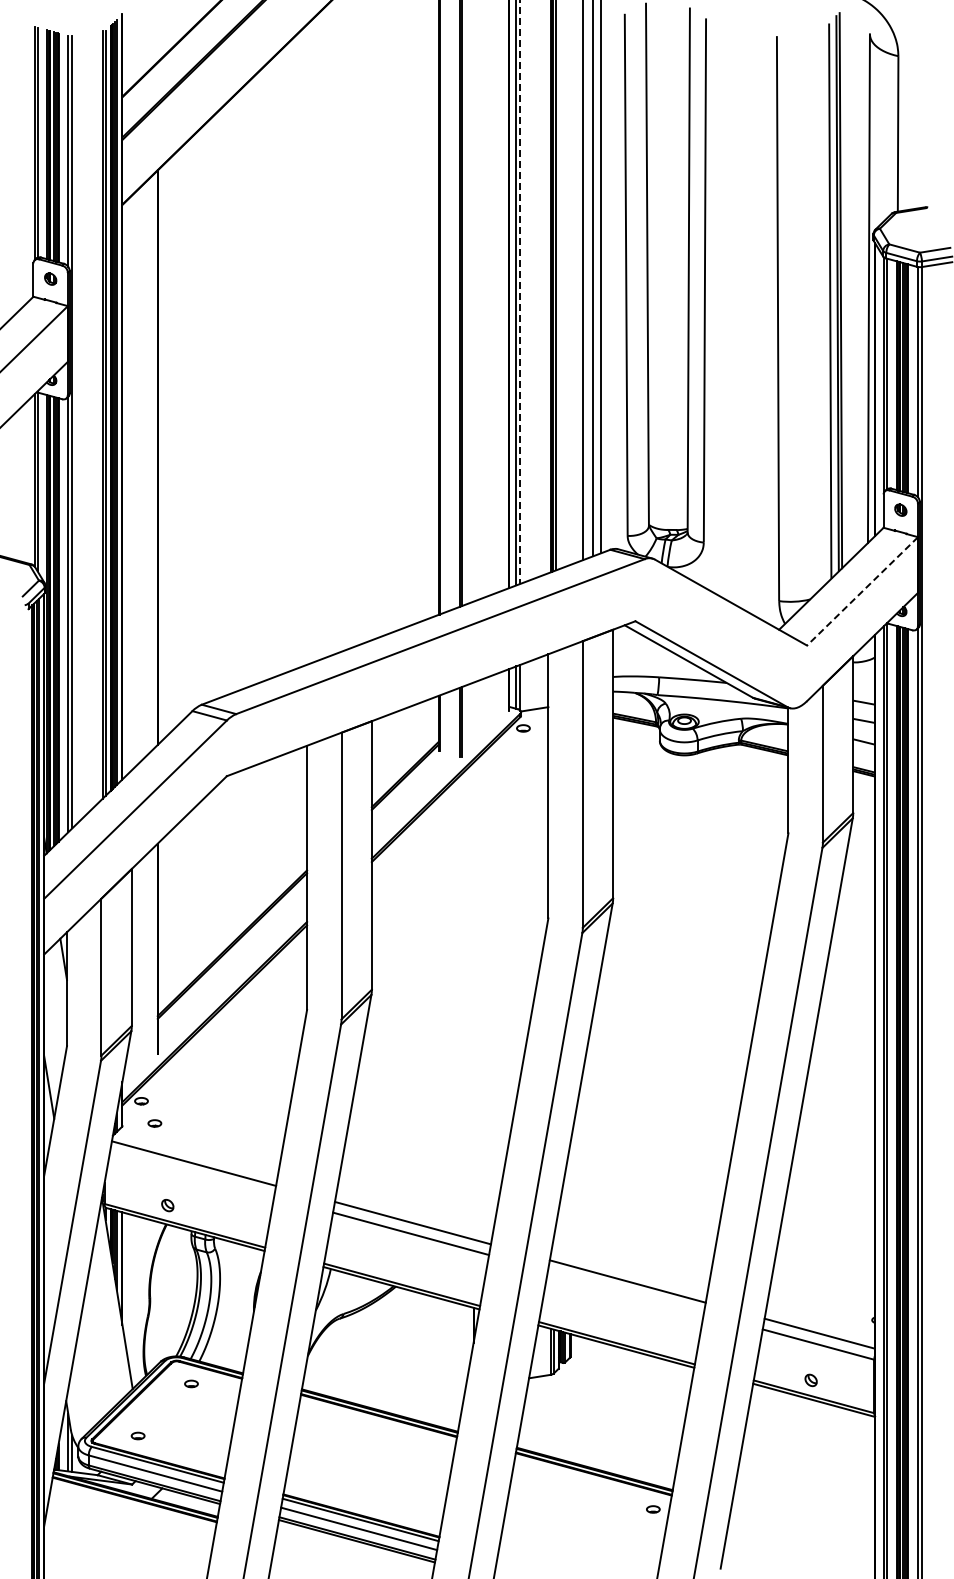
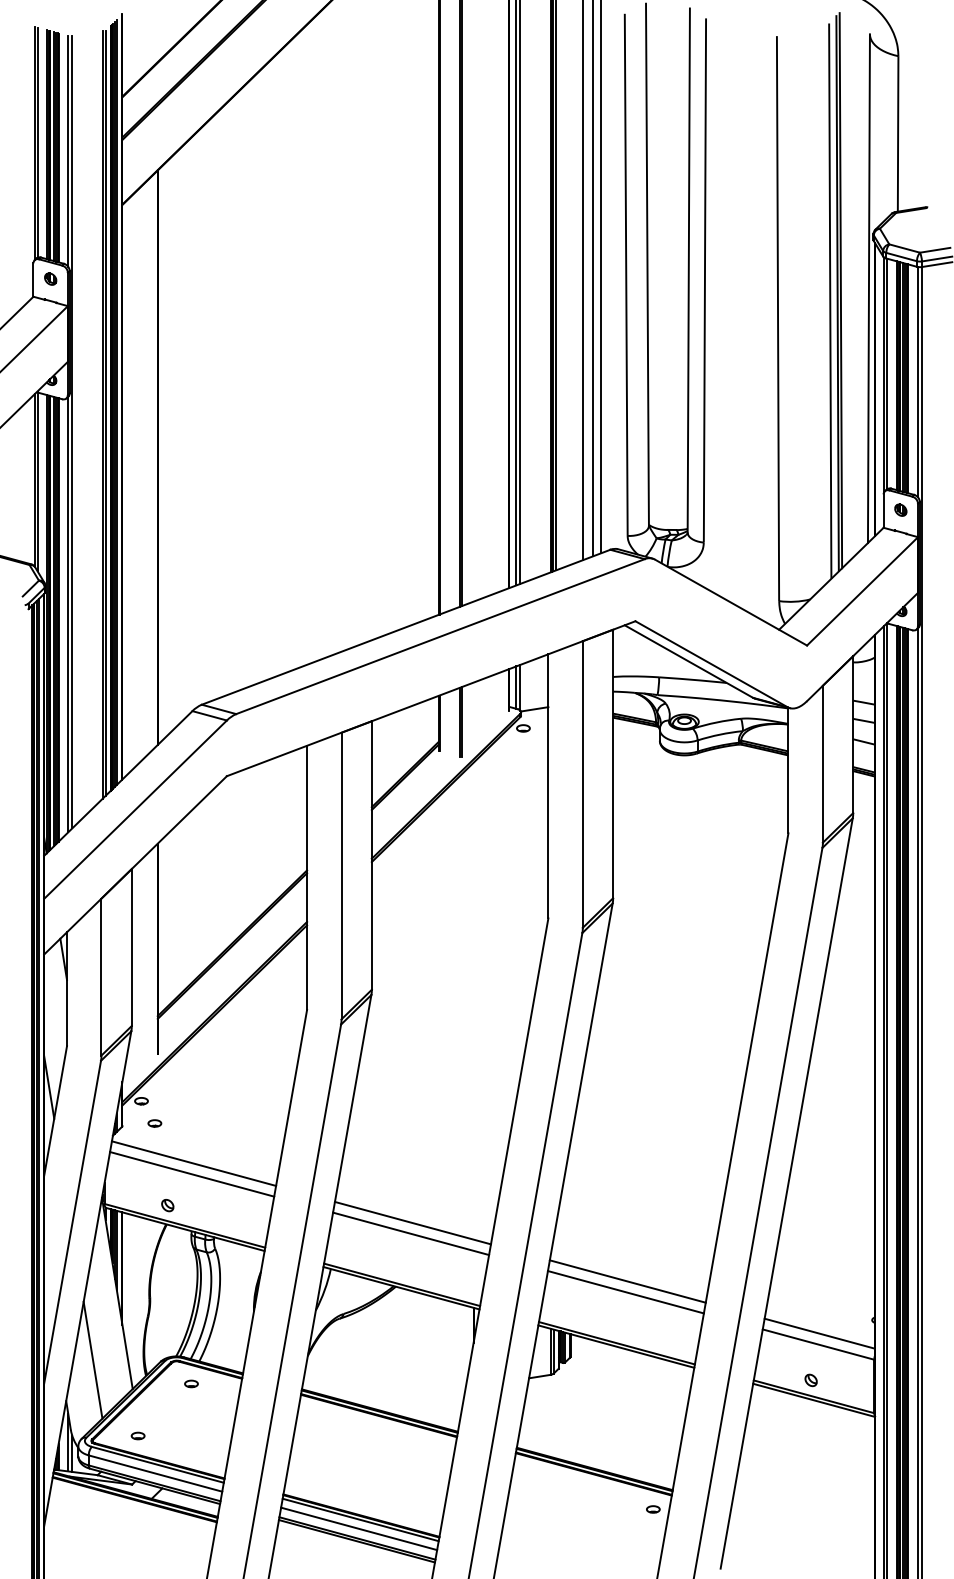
line at (520, 292): dashed -> solid
line at (862, 591): dashed -> solid
line at (192, 1174): none -> present
line at (625, 1292): none -> present
line at (92, 1359): none -> present
